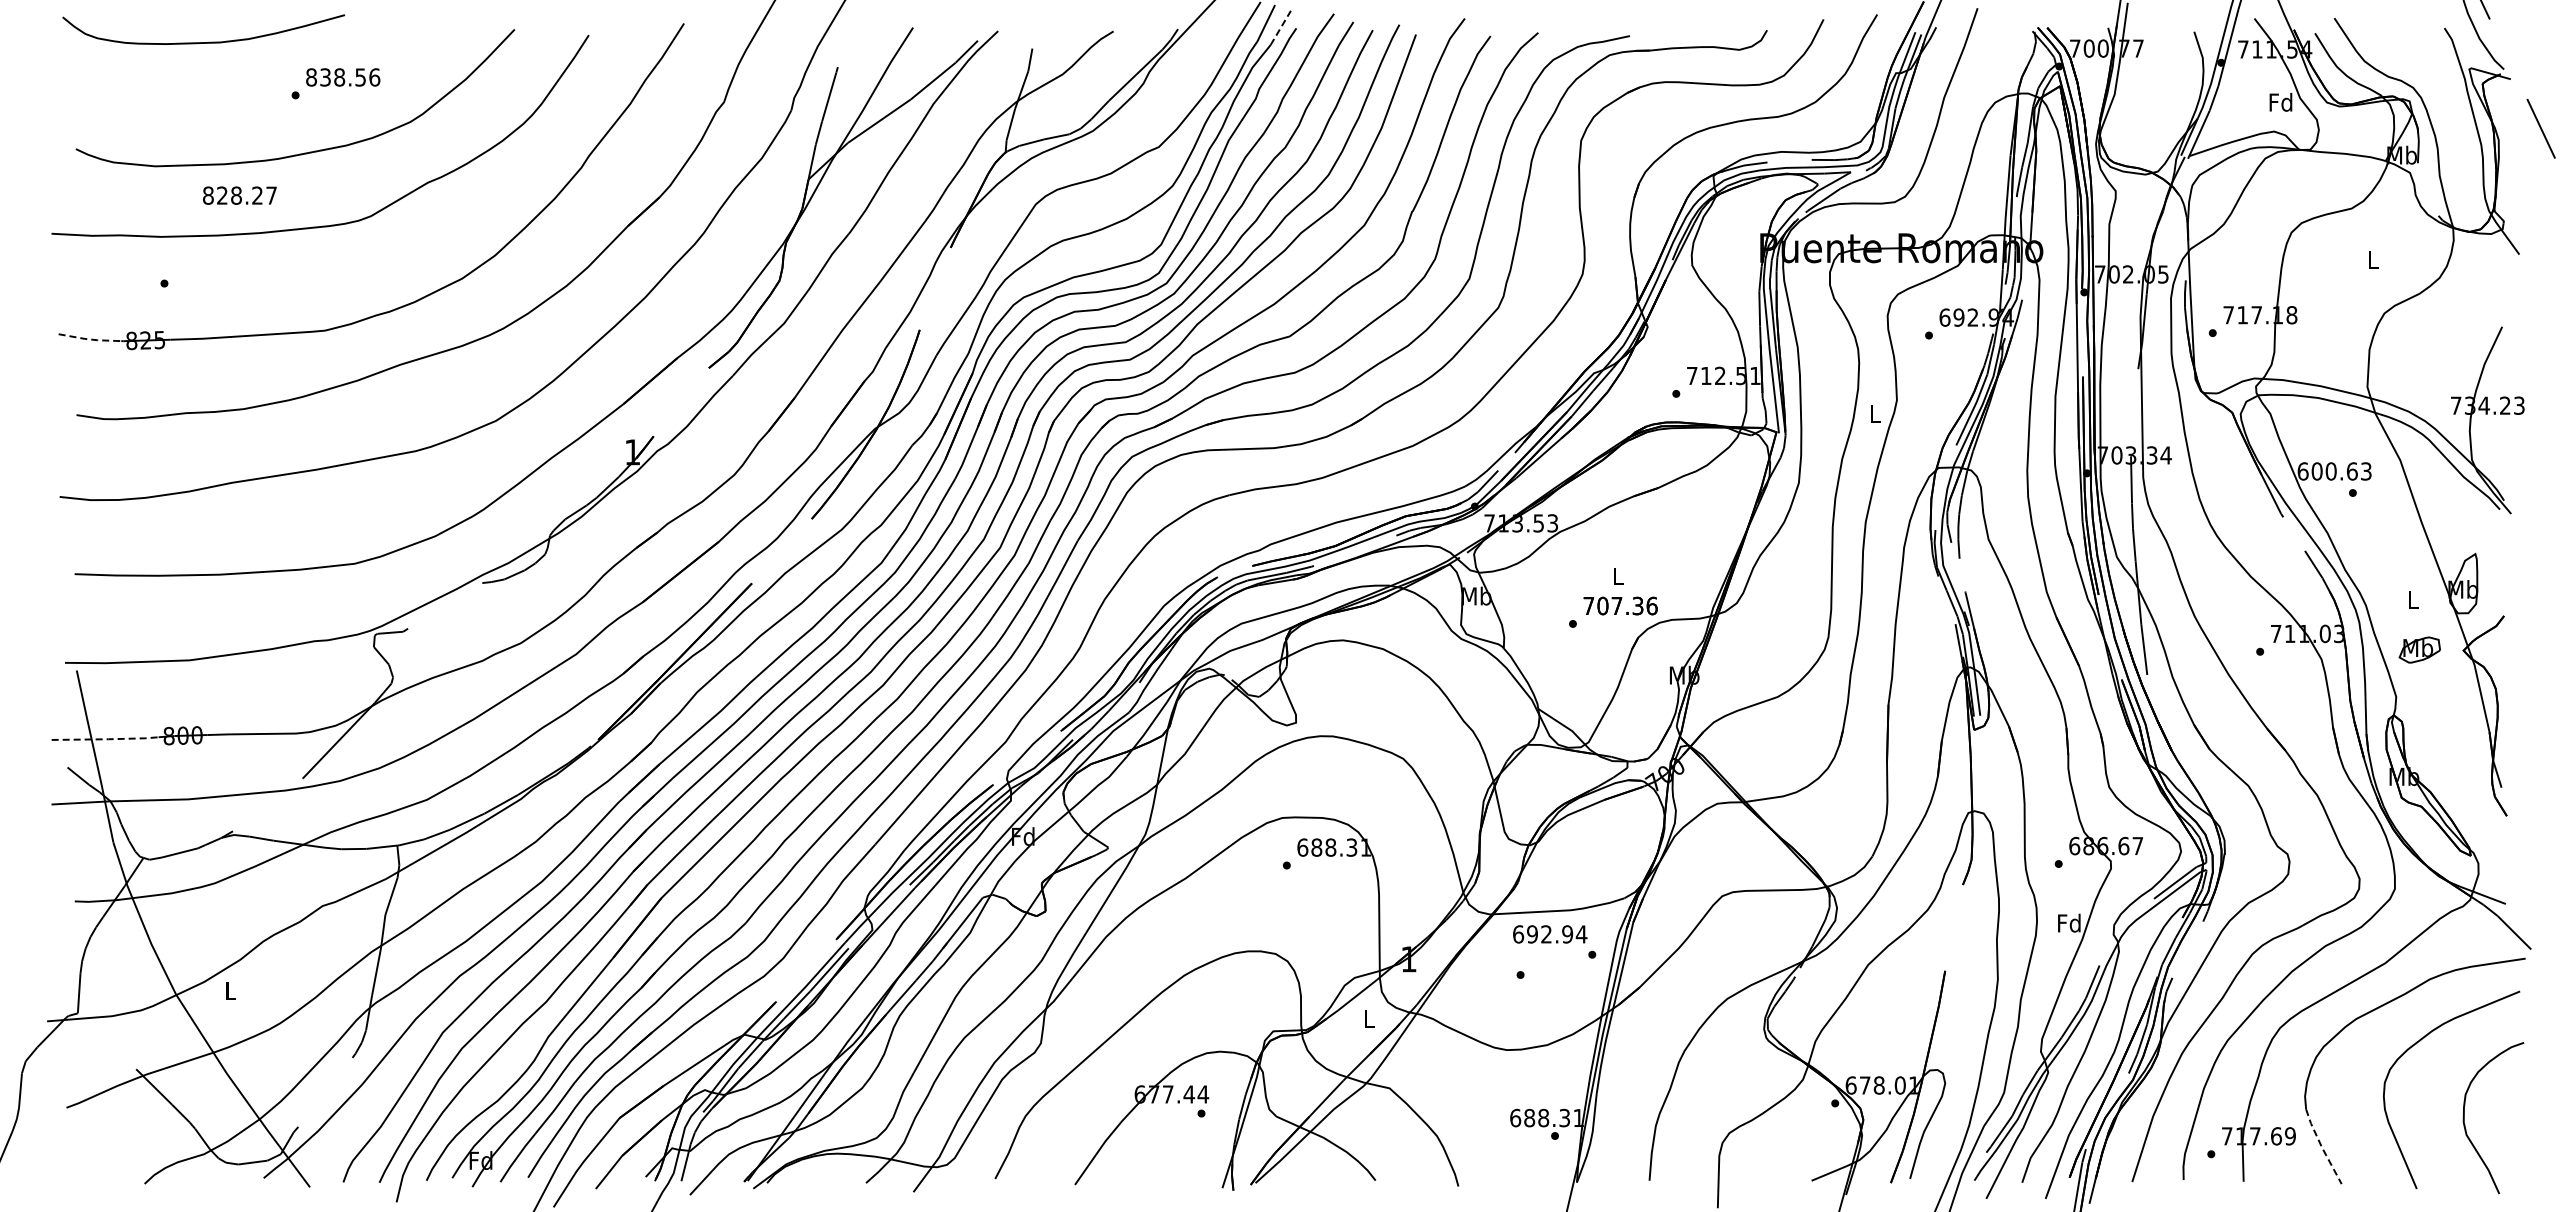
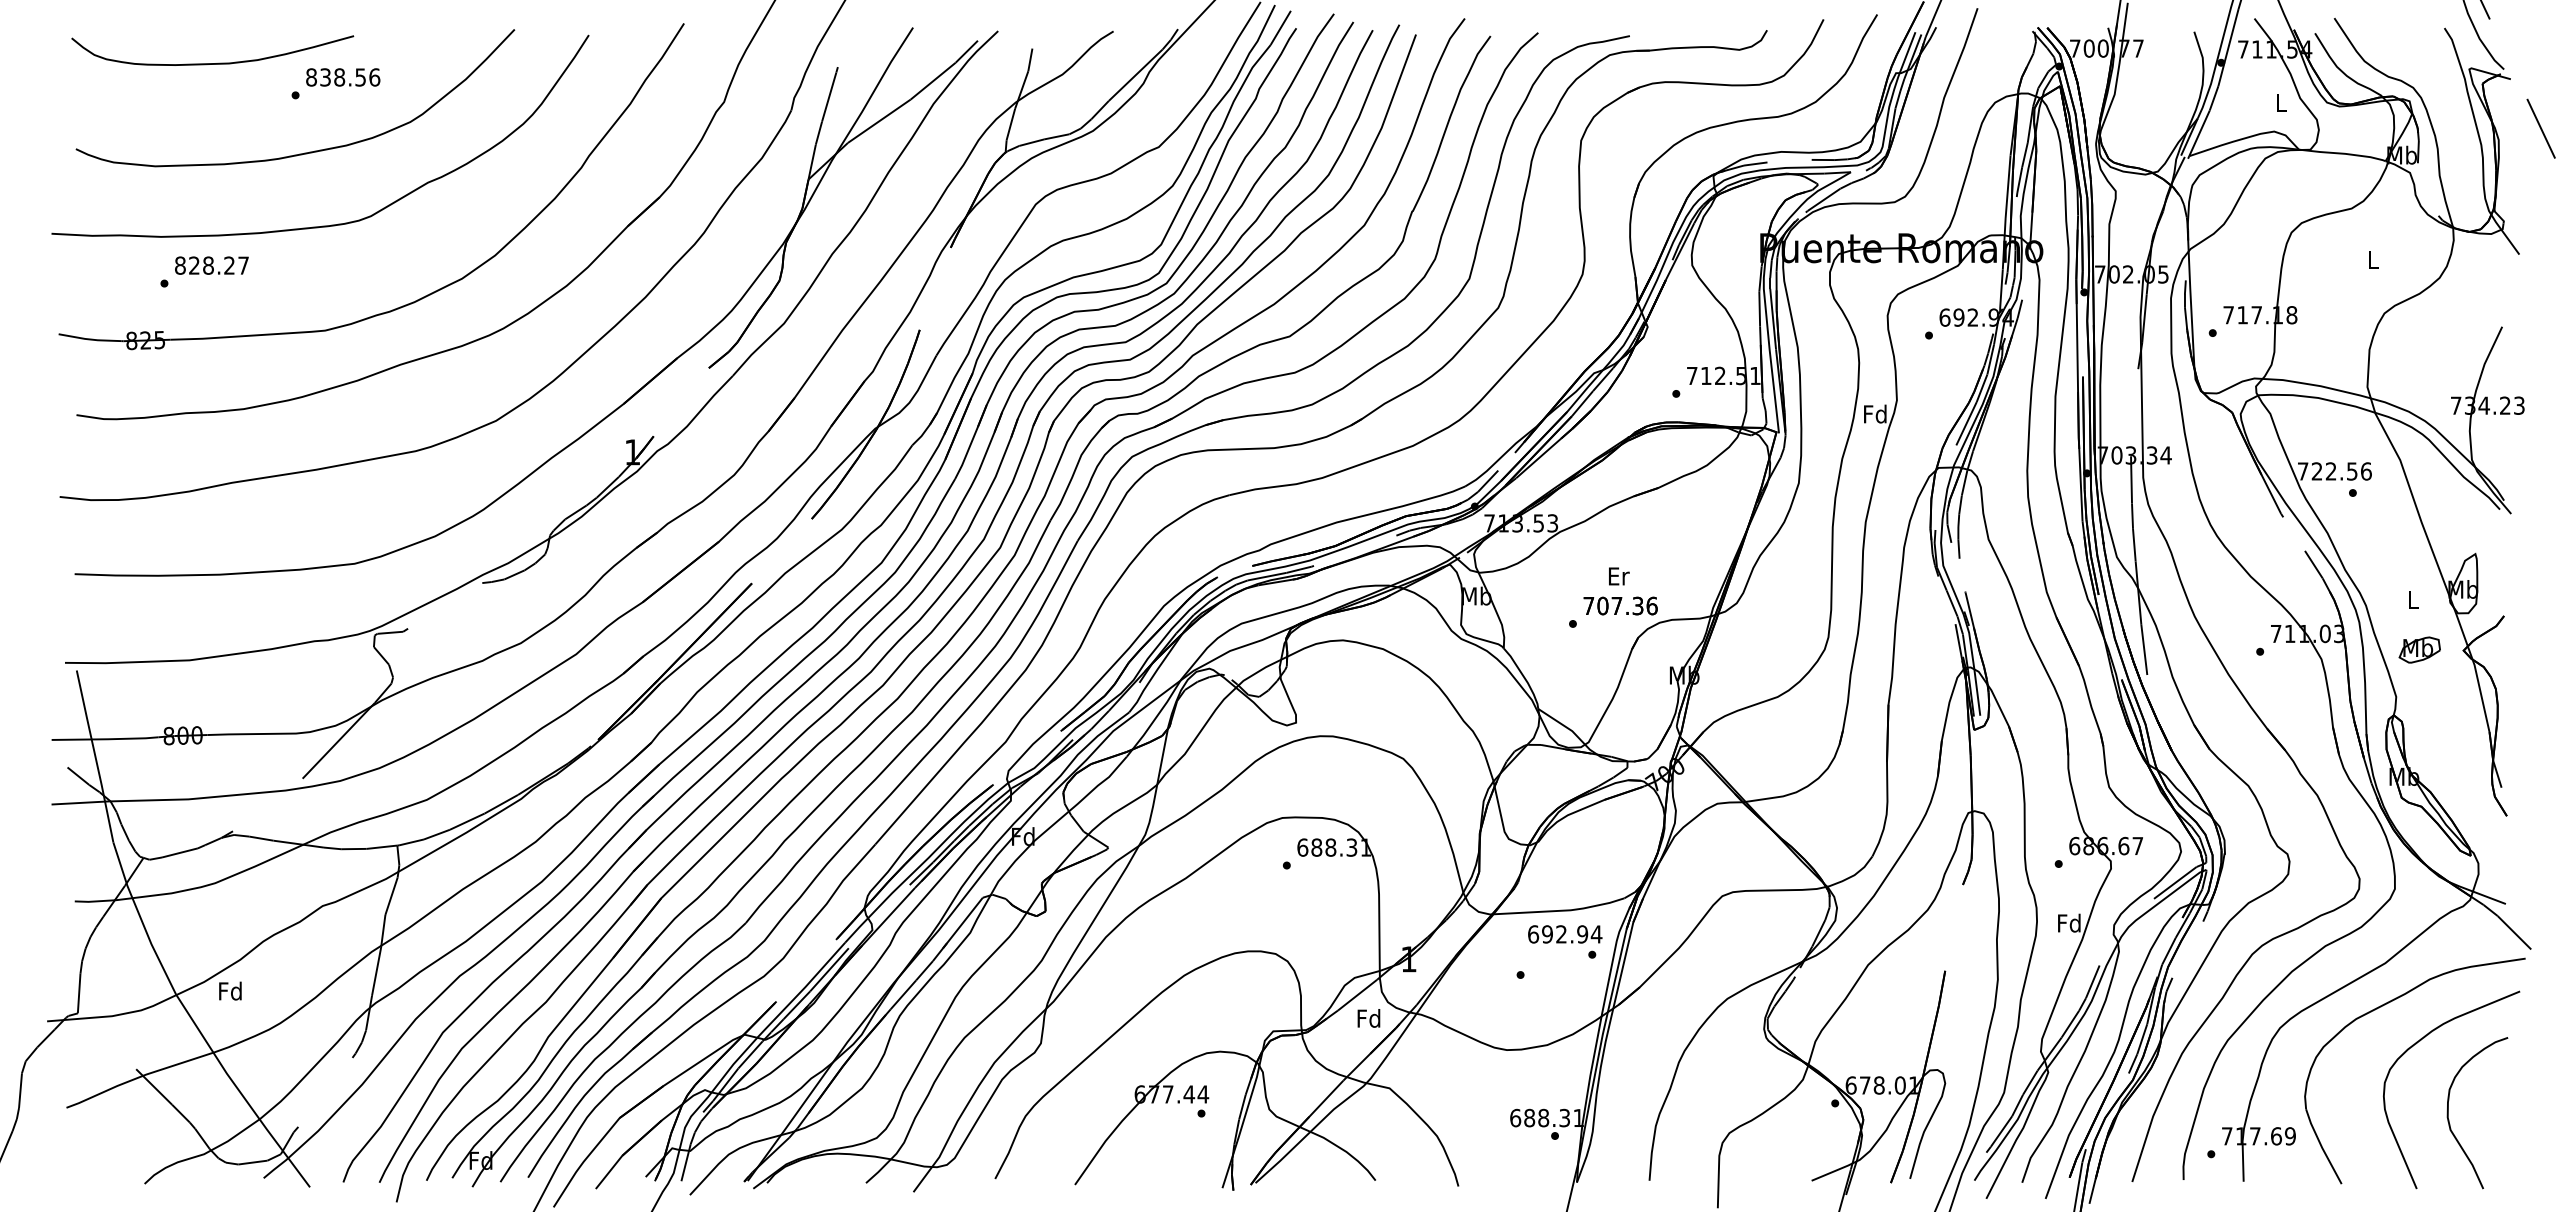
line at (1280, 27): dashed -> solid
curve at (203, 42) position: (203, 42) -> (212, 63)
text at (2280, 101): Fd -> L
text at (239, 195) position: (239, 195) -> (211, 265)
line at (89, 339): dashed -> solid
text at (1875, 413): L -> Fd
text at (2334, 471): 600.63 -> 722.56
text at (1619, 576): L -> Er
line at (106, 739): dashed -> solid
text at (1550, 934) position: (1550, 934) -> (1565, 934)
text at (230, 990): L -> Fd
text at (1368, 1018): L -> Fd
curve at (2465, 1124) position: (2465, 1124) -> (2449, 1119)
line at (2322, 1147): dashed -> solid
